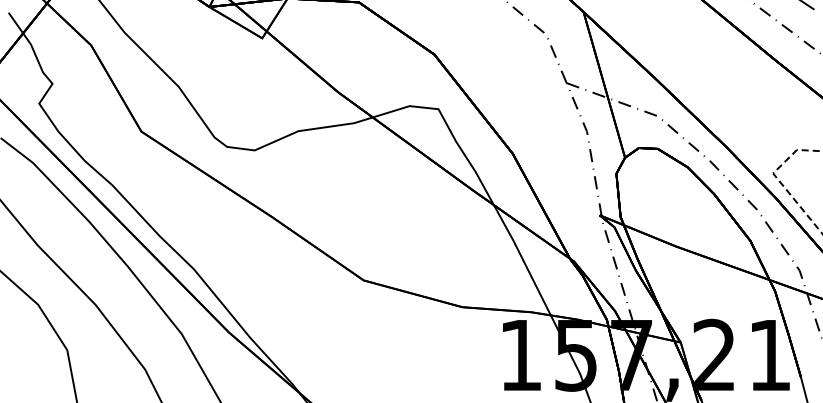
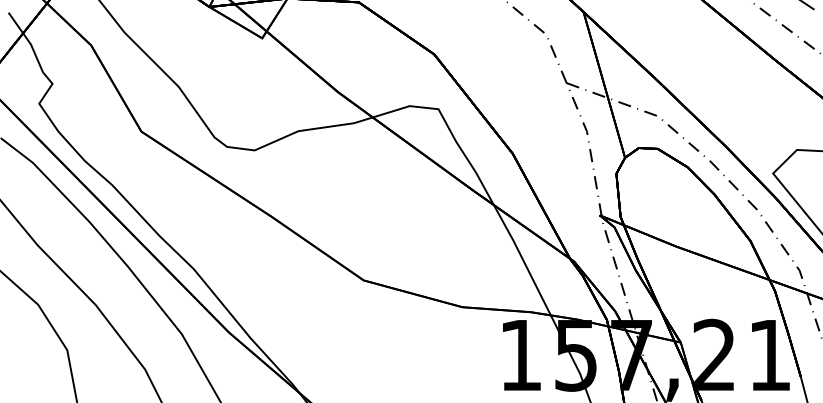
line at (778, 179): dashed -> solid
